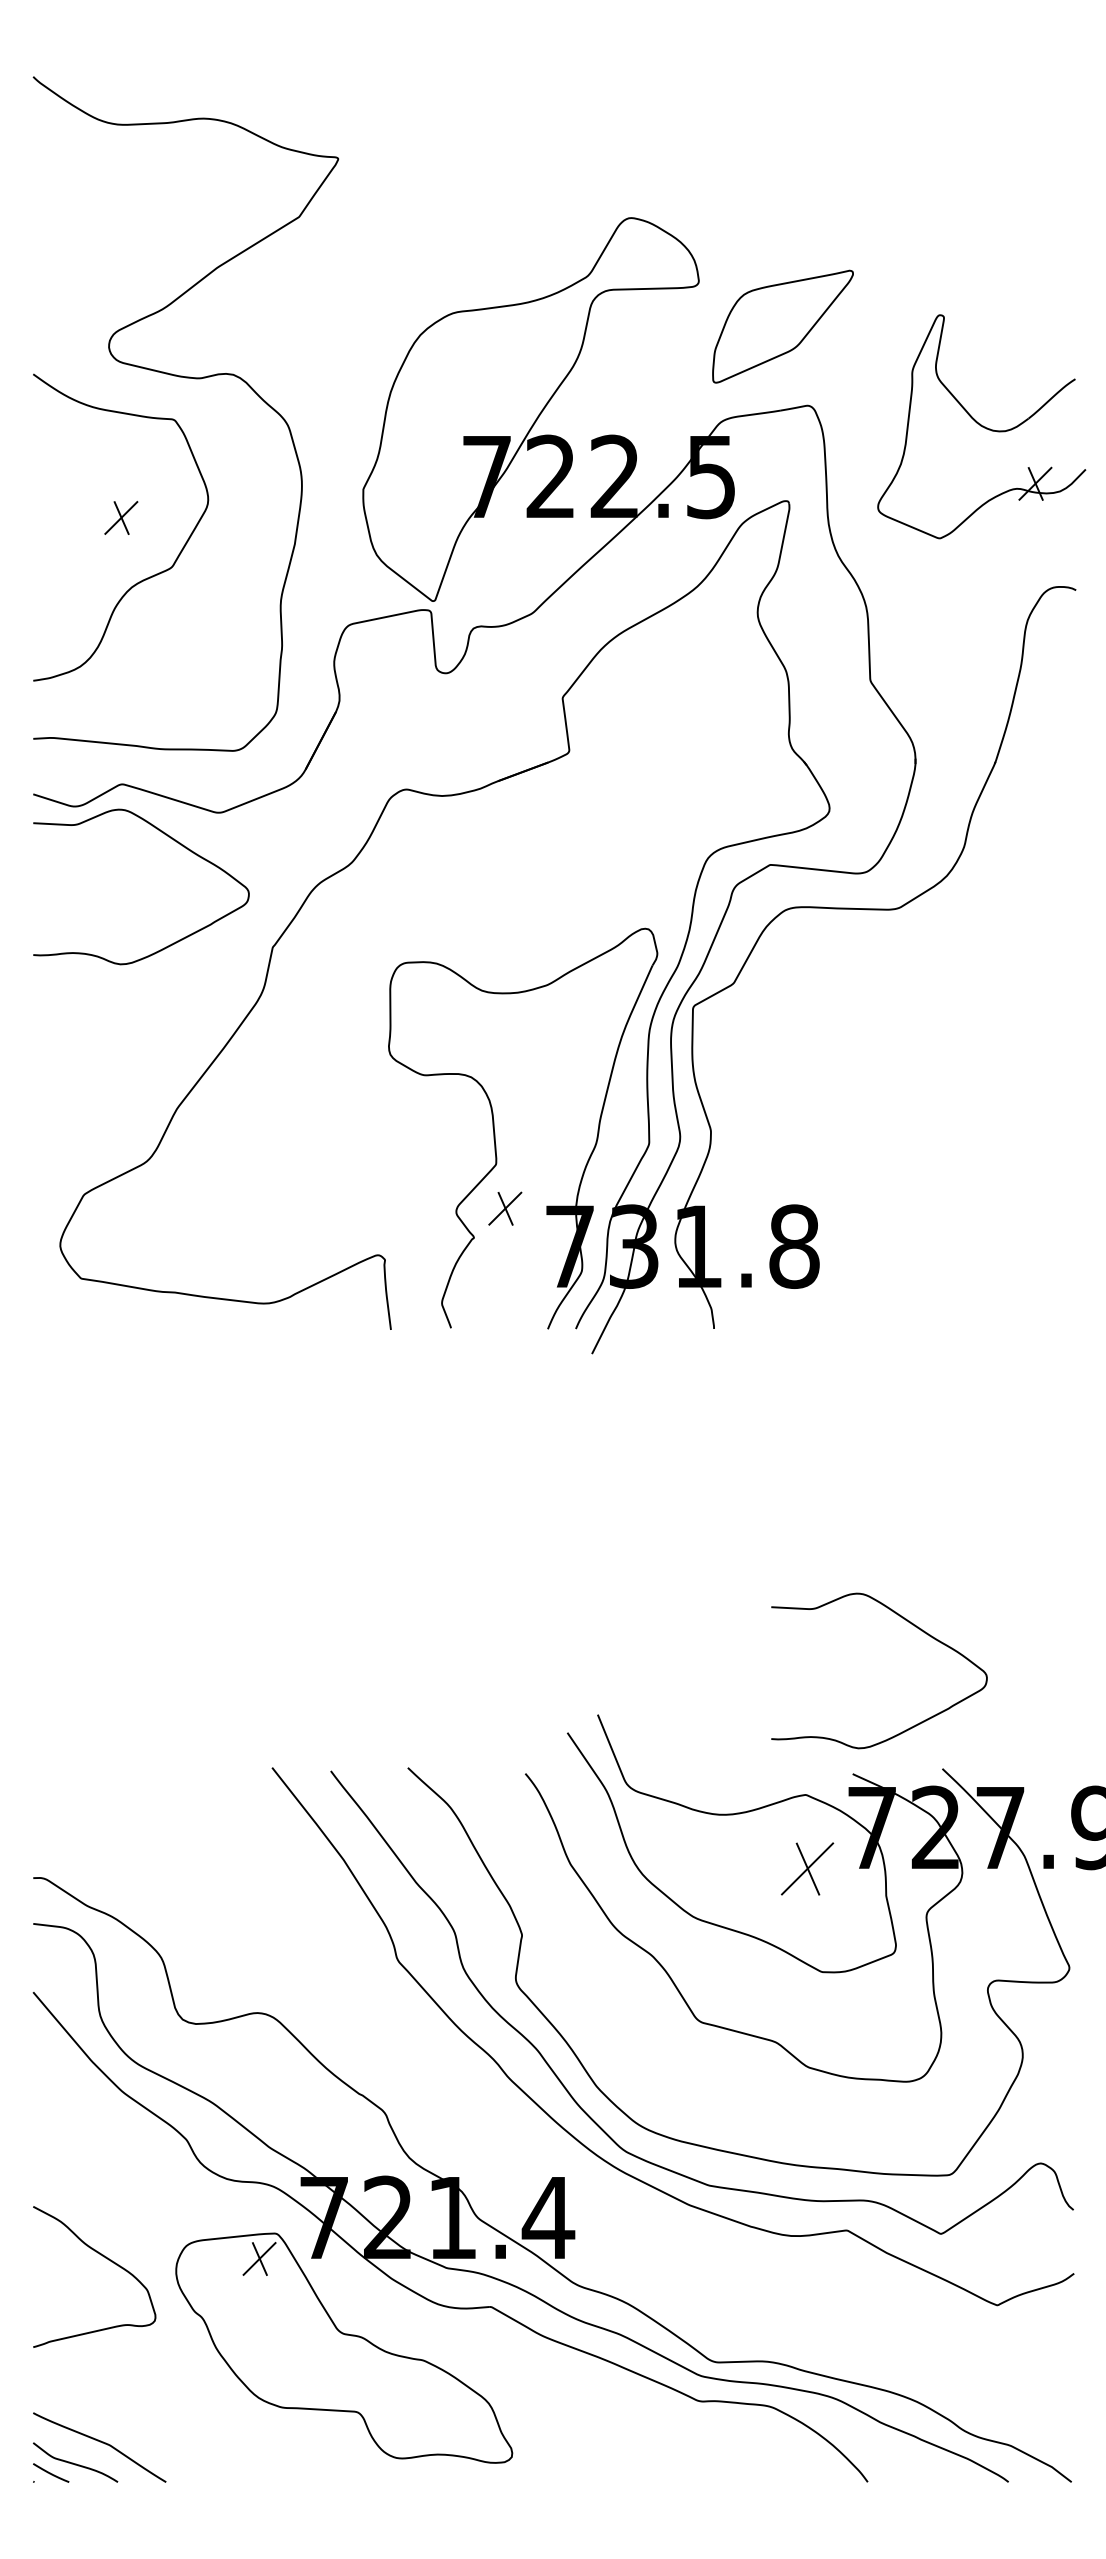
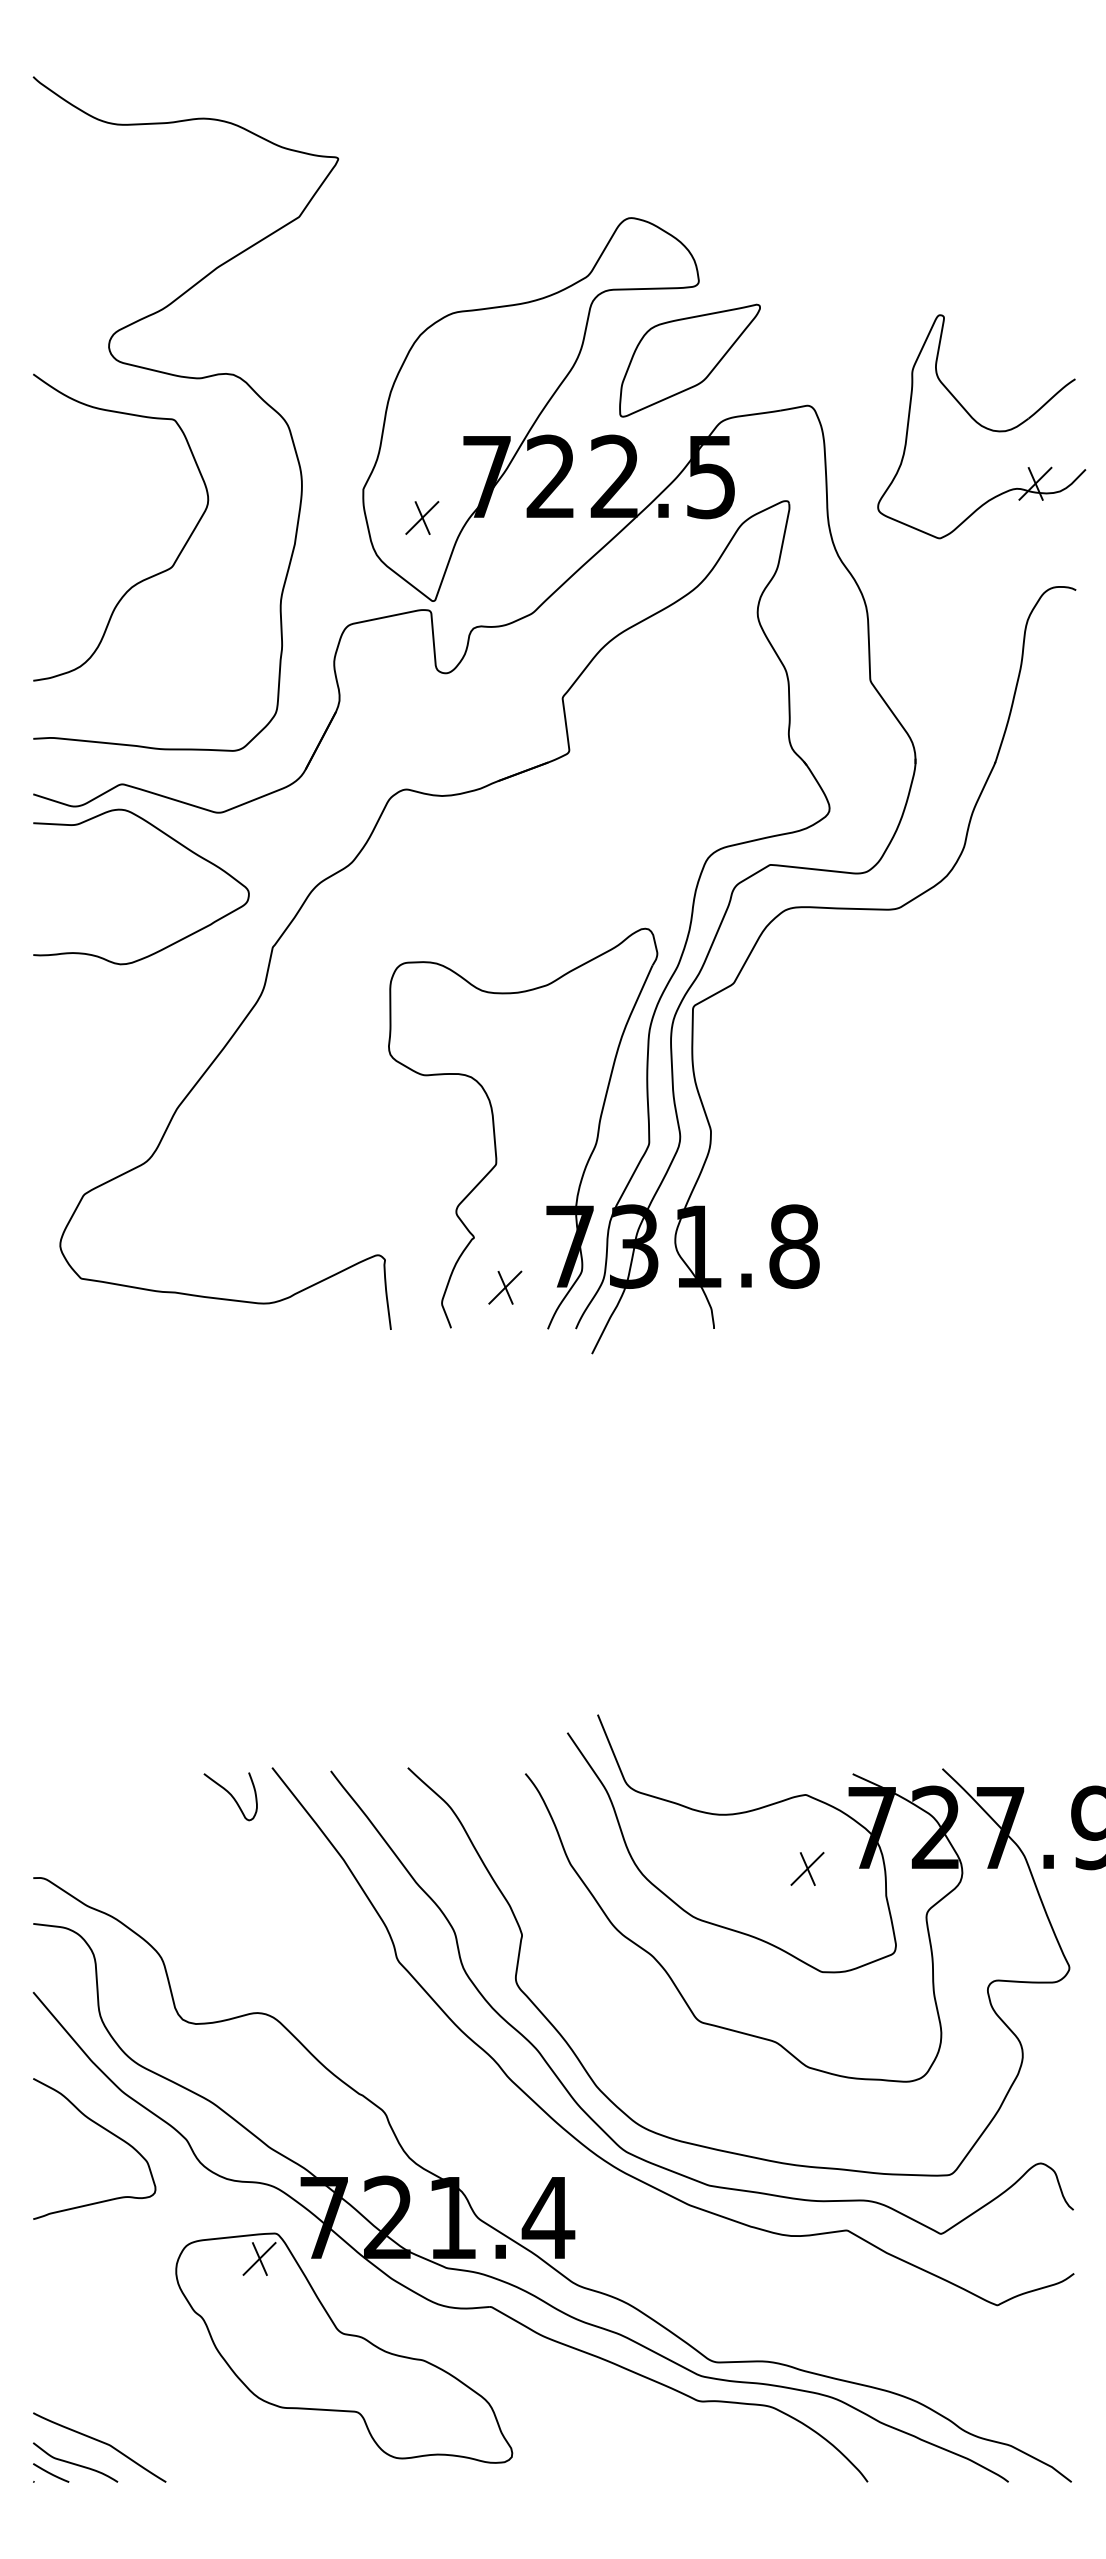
part at (782, 326) position: (782, 326) -> (689, 360)
part at (121, 517) position: (121, 517) -> (422, 517)
part at (505, 1208) position: (505, 1208) -> (505, 1287)
curve at (909, 1623): present -> none
curve at (230, 1795): none -> present
part at (807, 1868) size: 55x54 px -> 35x34 px
curve at (105, 2258) position: (105, 2258) -> (105, 2130)
